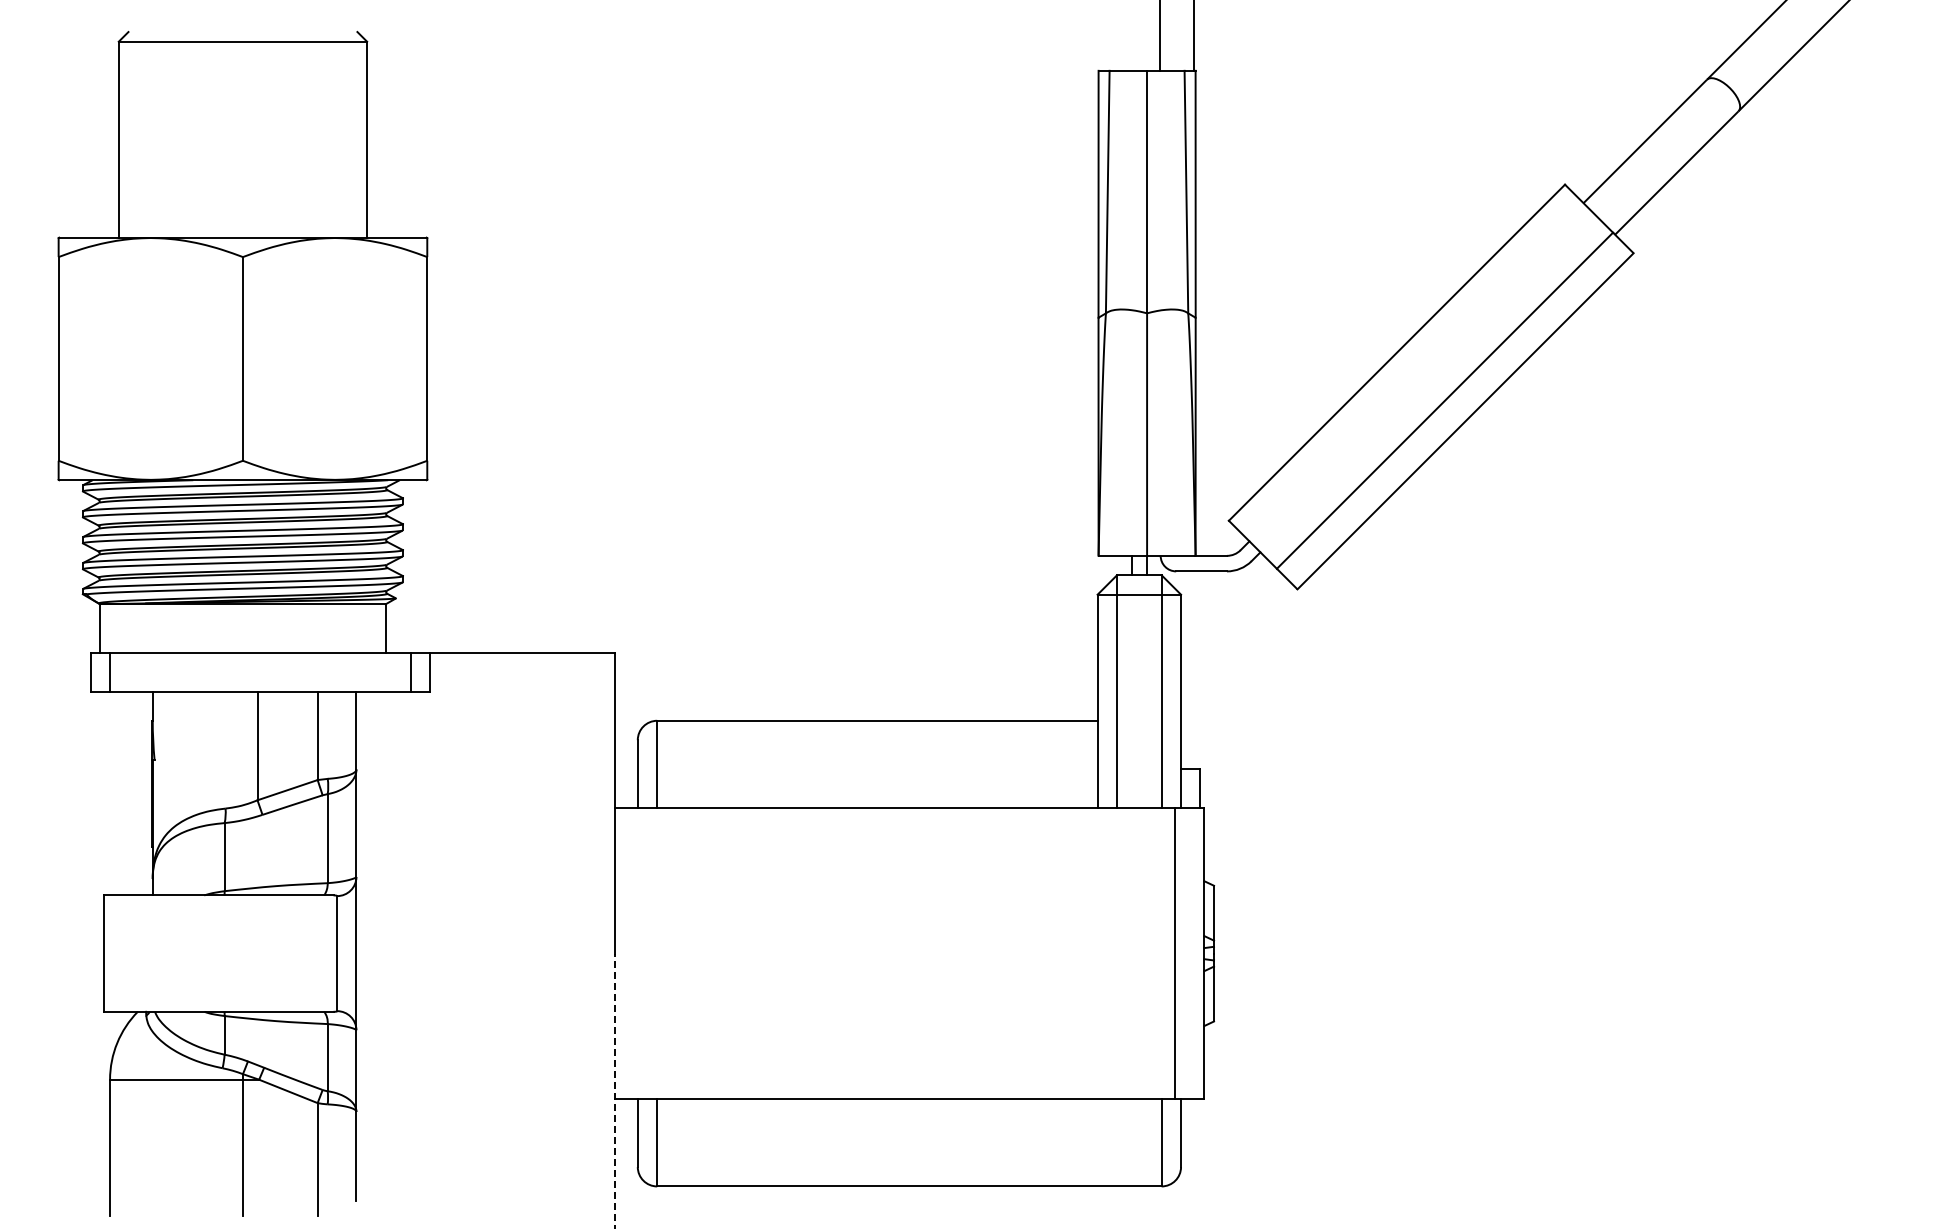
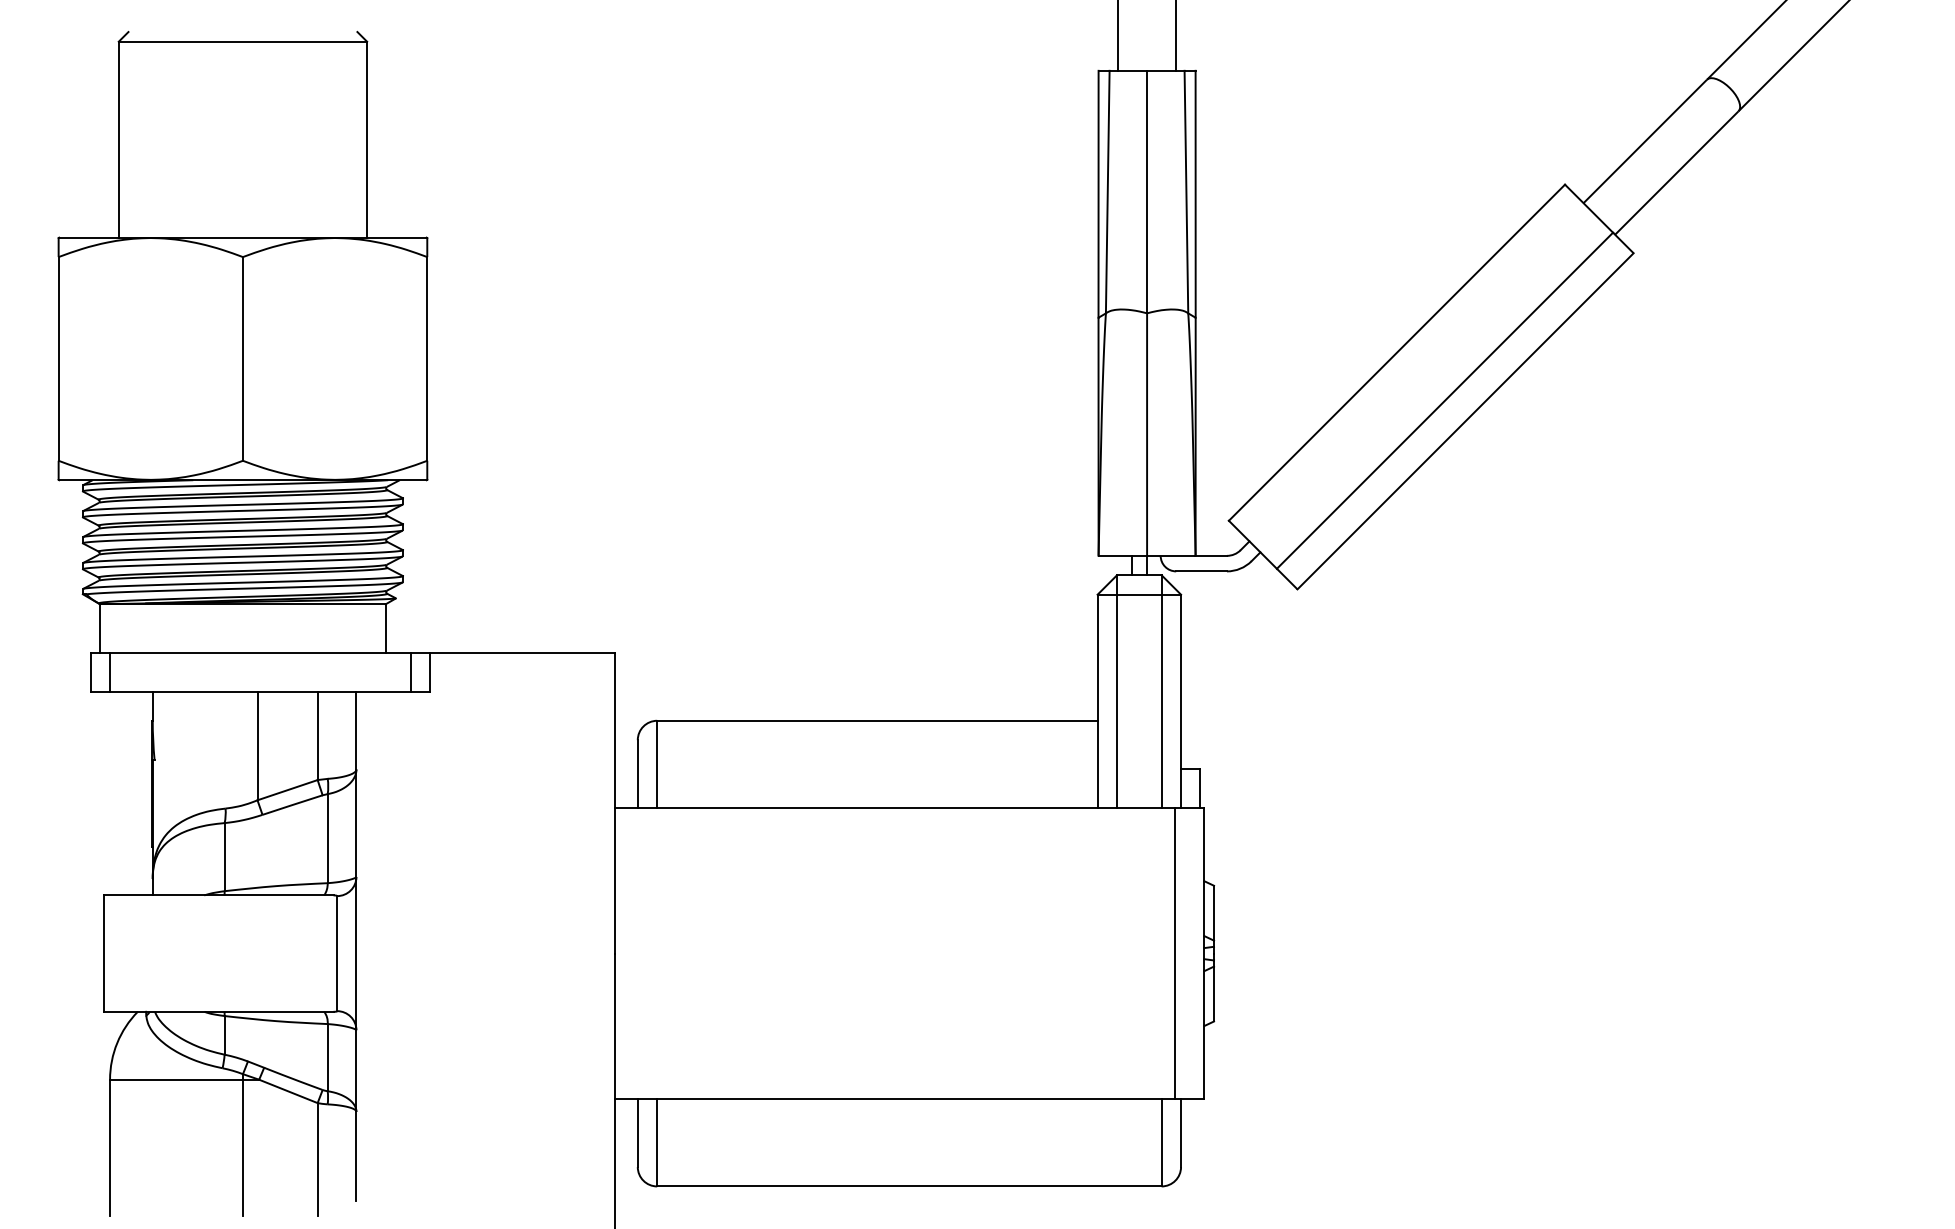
line at (1159, 36) position: (1159, 36) -> (1117, 36)
line at (1194, 36) position: (1194, 36) -> (1176, 36)
line at (614, 1090): dashed -> solid
